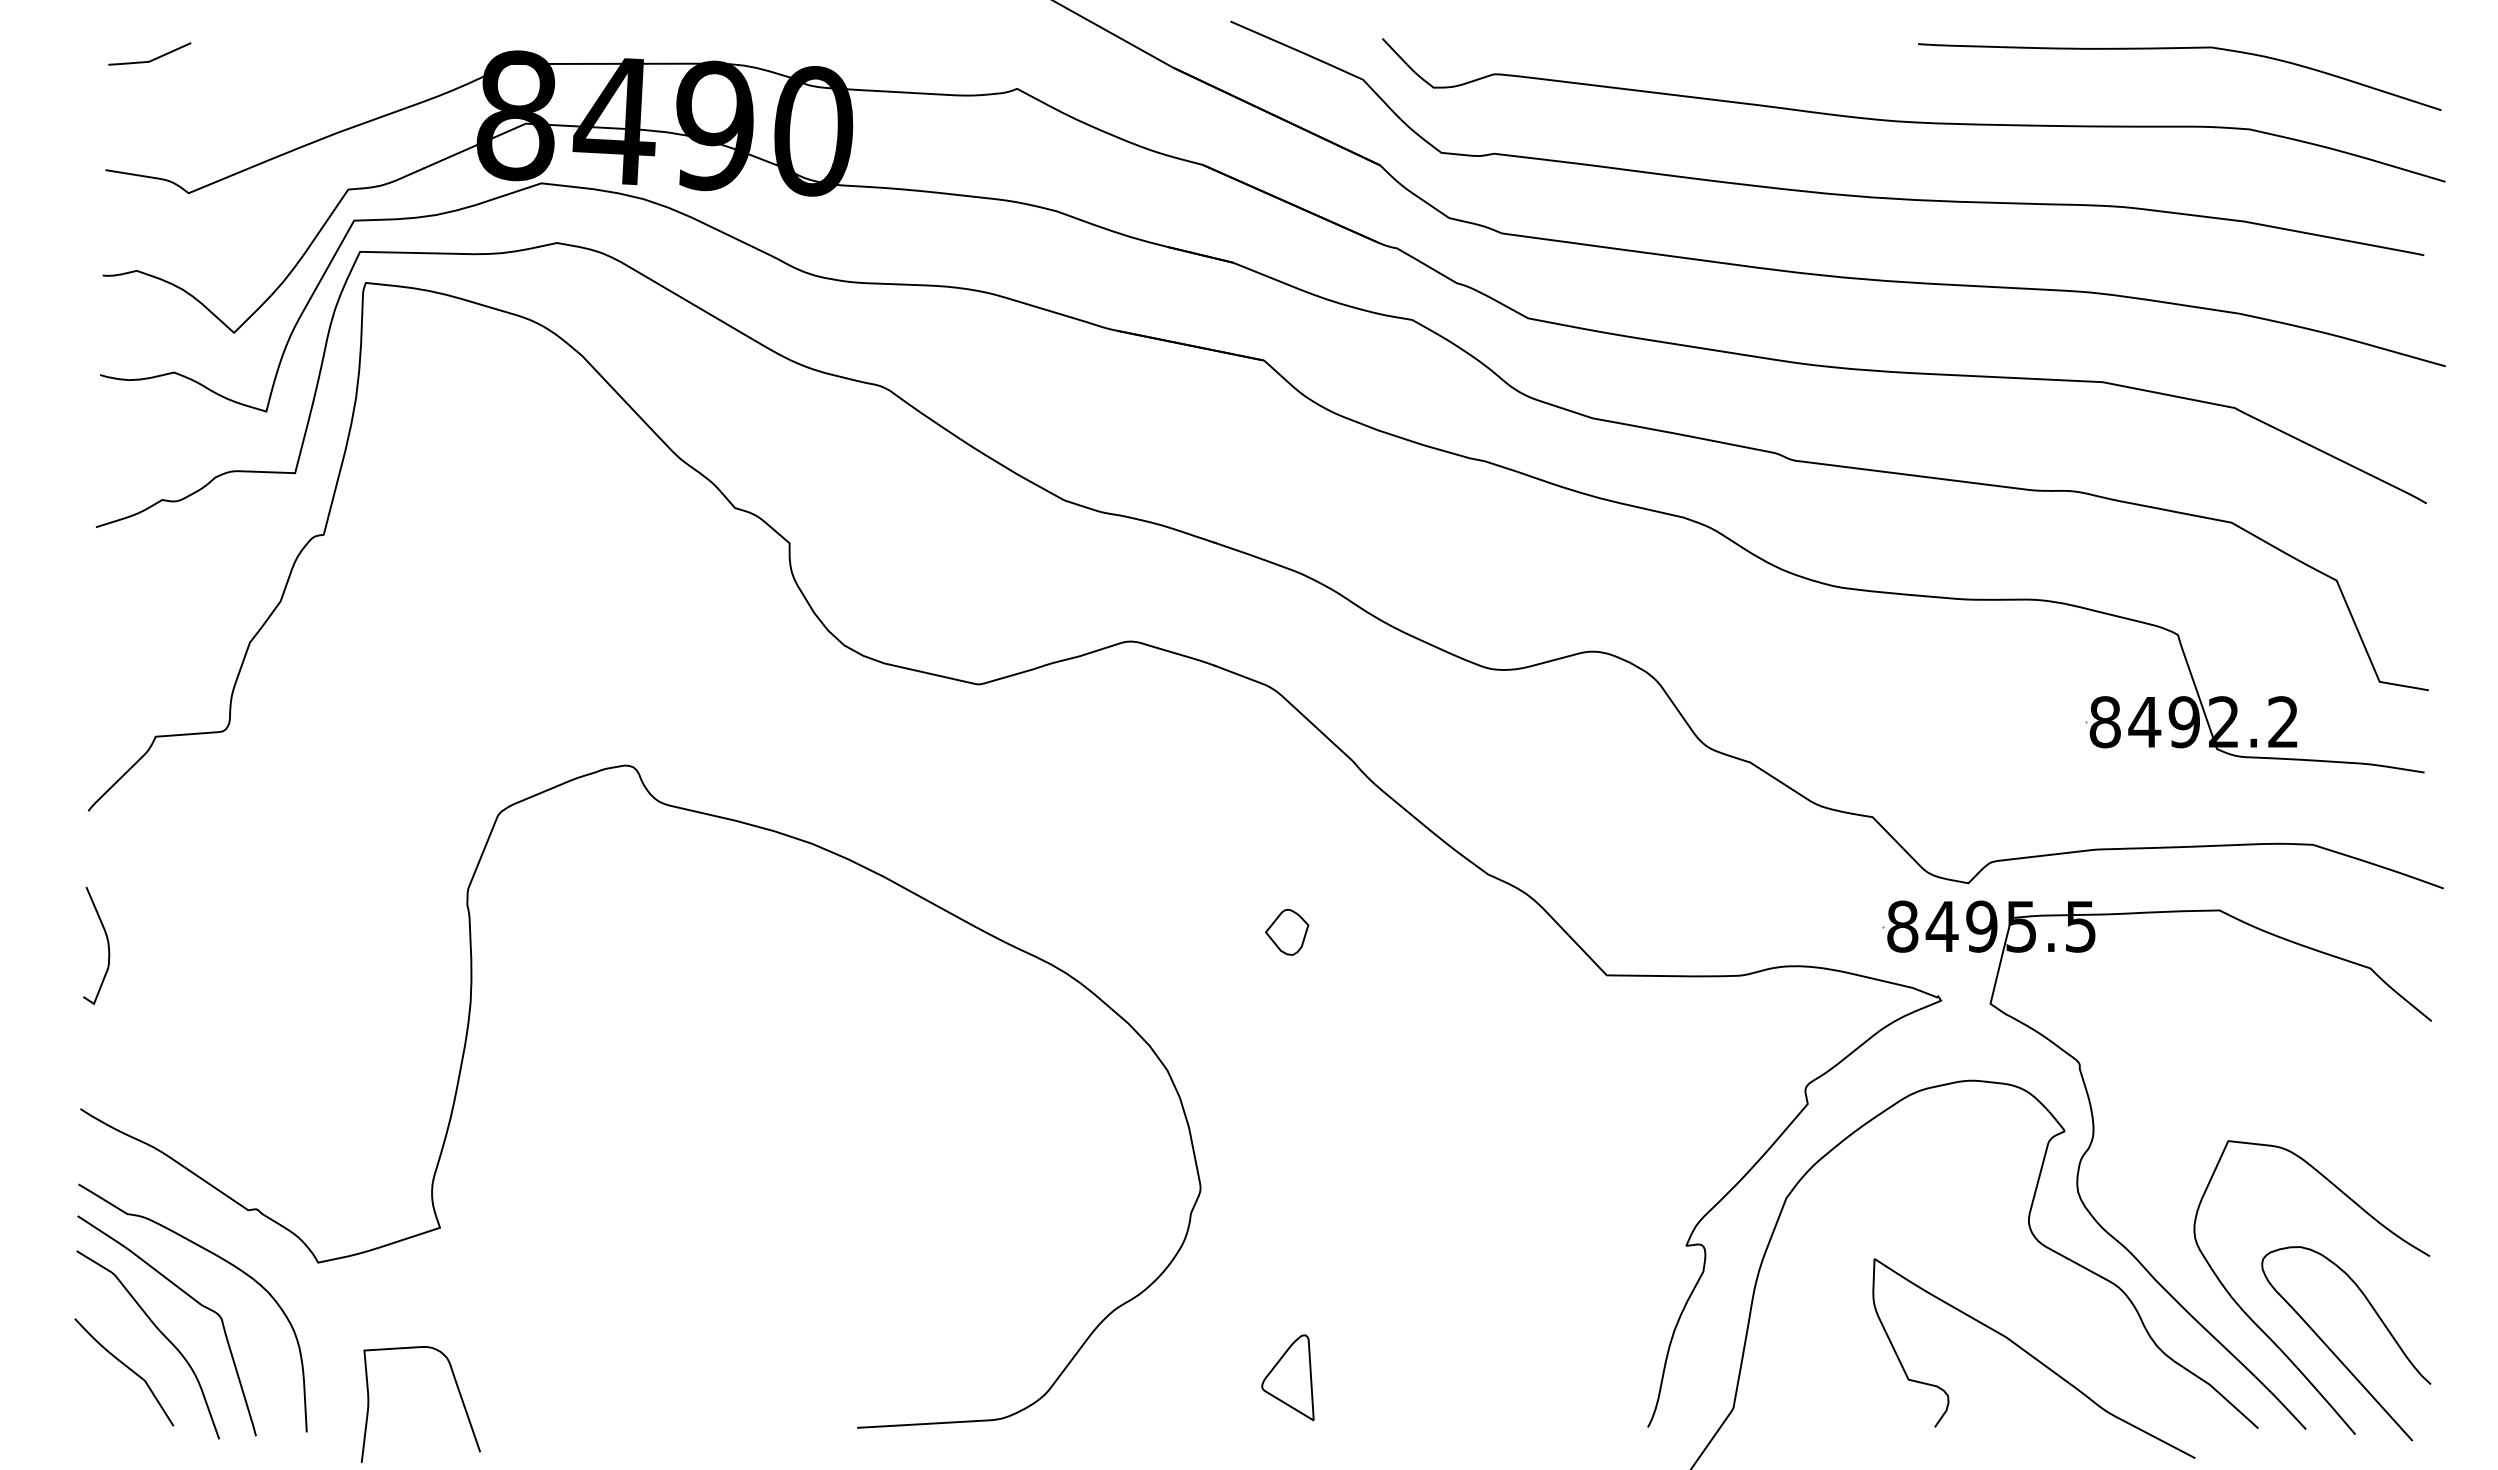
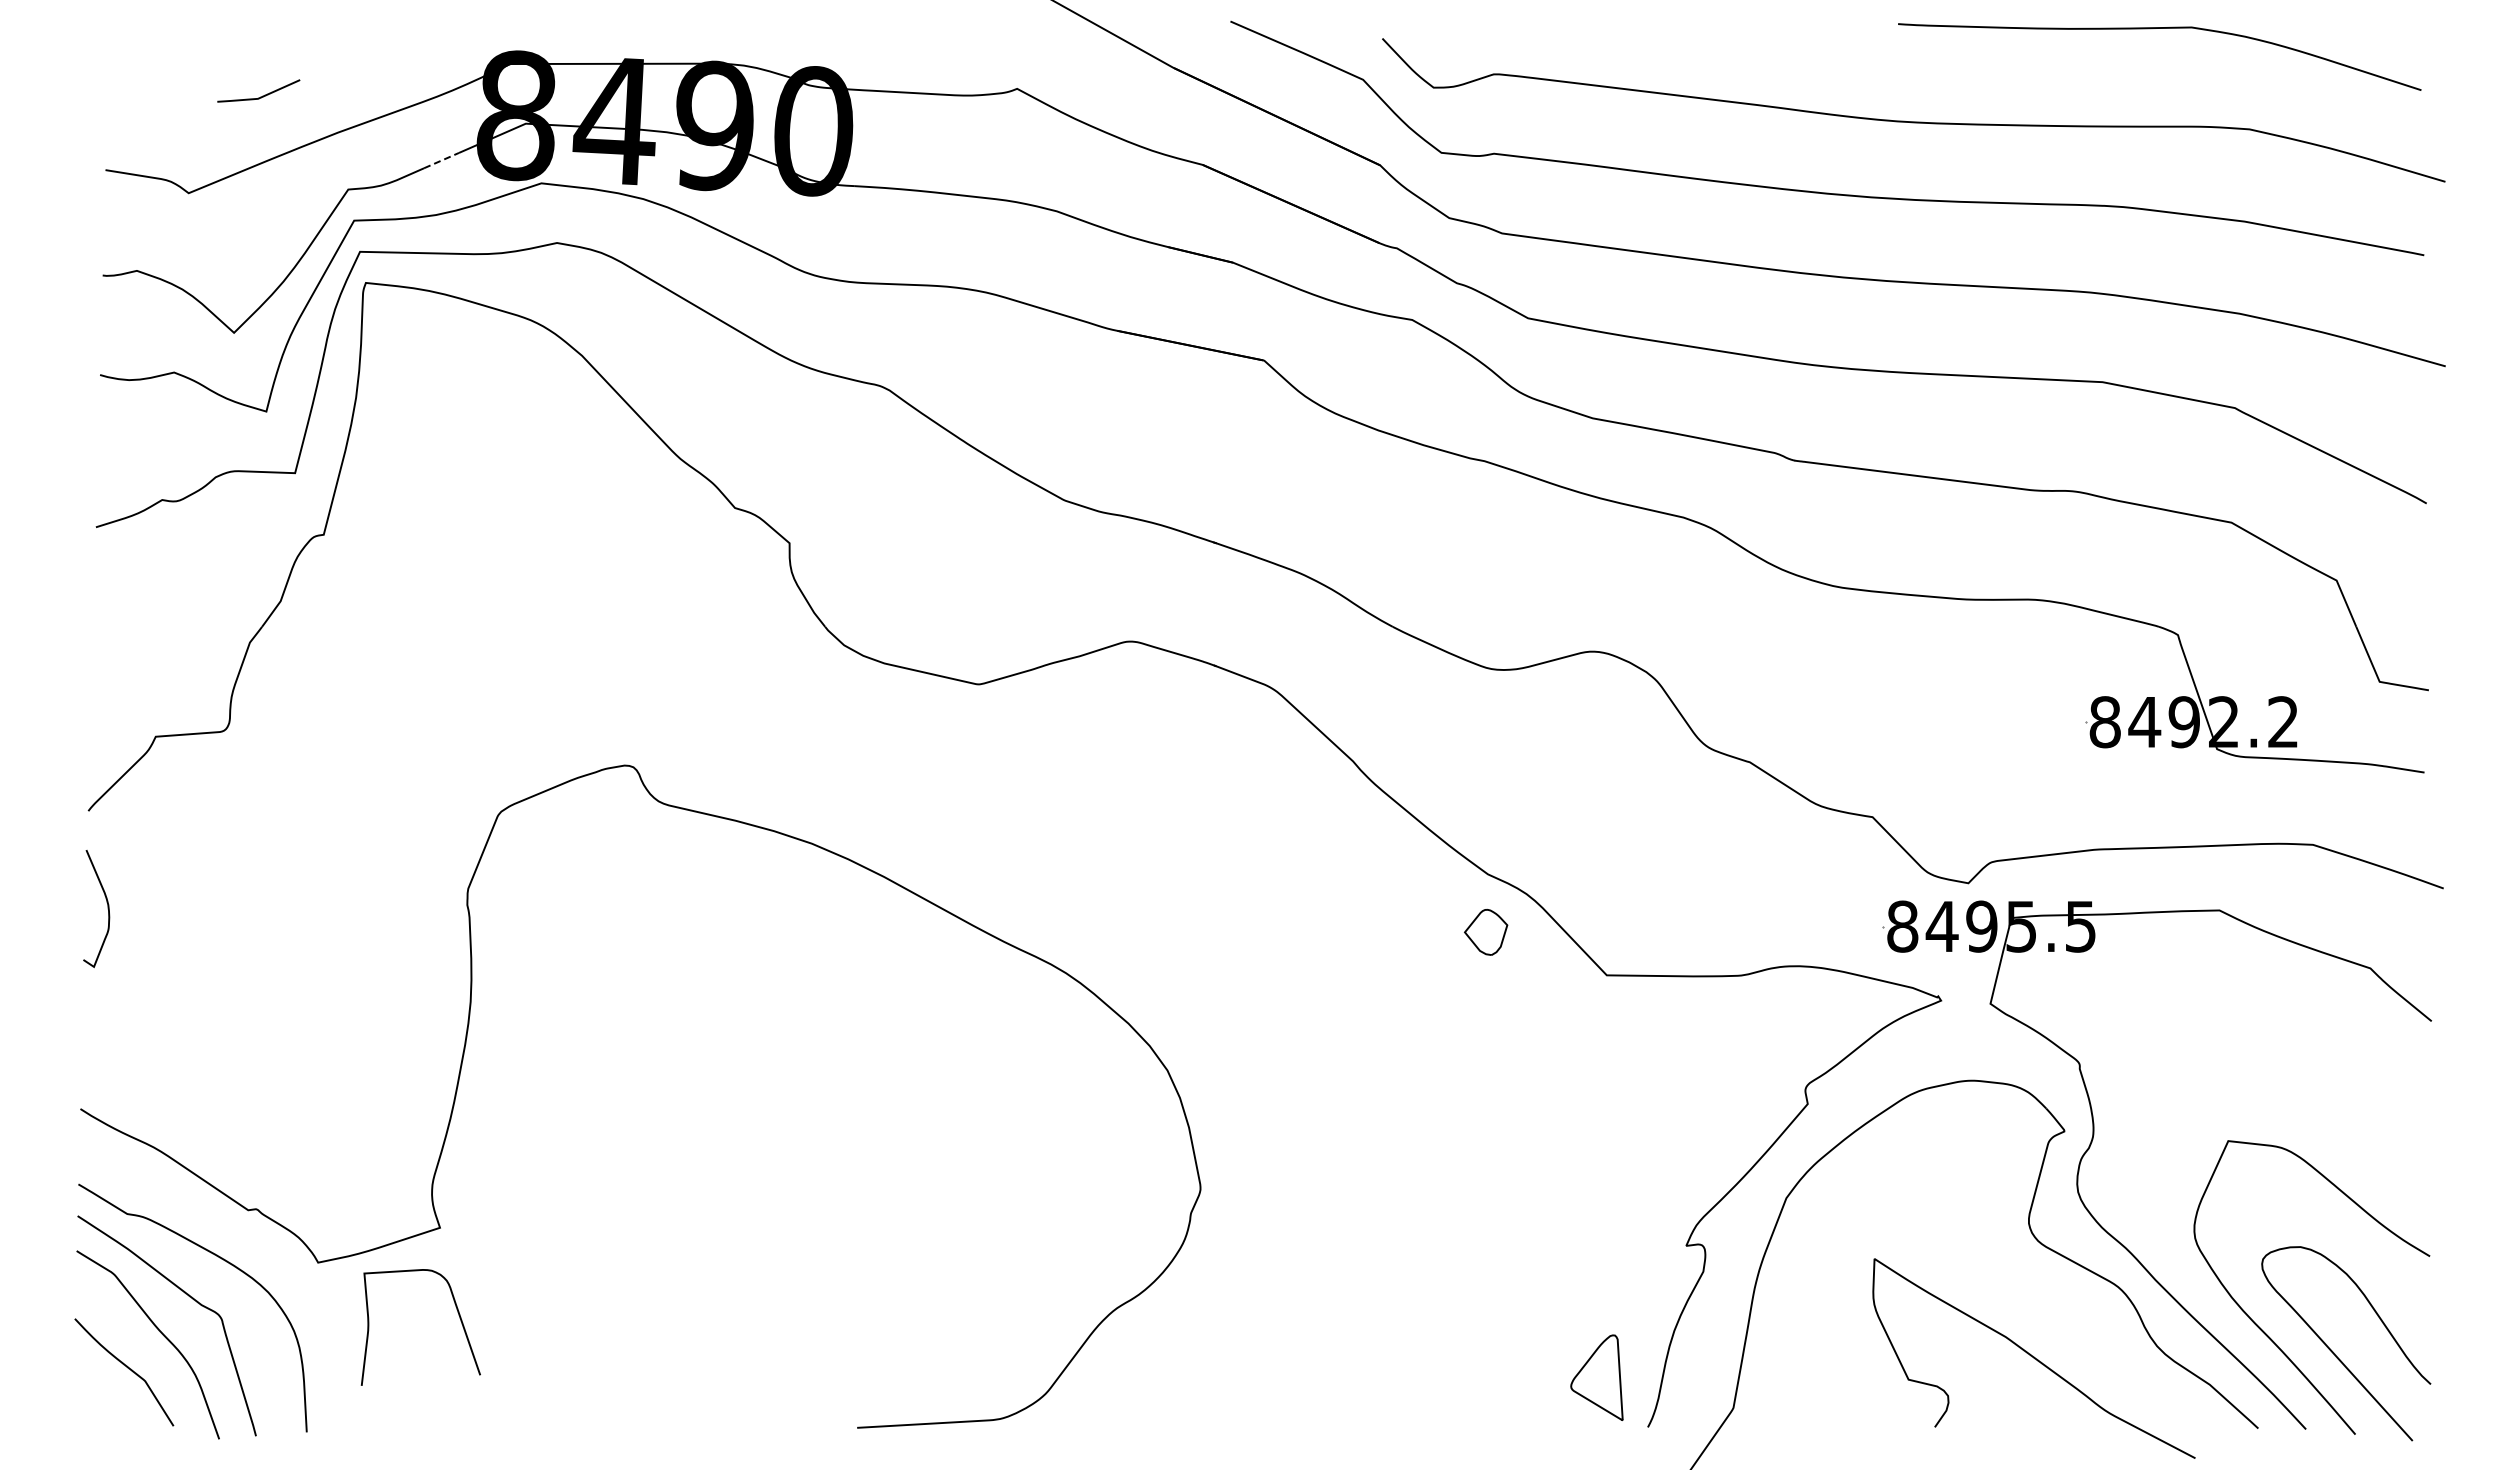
curve at (2179, 48) position: (2179, 48) -> (2159, 28)
curve at (151, 59) position: (151, 59) -> (260, 96)
line at (442, 160): solid -> dashed
part at (1287, 932) position: (1287, 932) -> (1486, 932)
curve at (107, 946) position: (107, 946) -> (107, 909)
part at (1287, 1377) position: (1287, 1377) -> (1596, 1377)
curve at (458, 1392) position: (458, 1392) -> (458, 1315)
